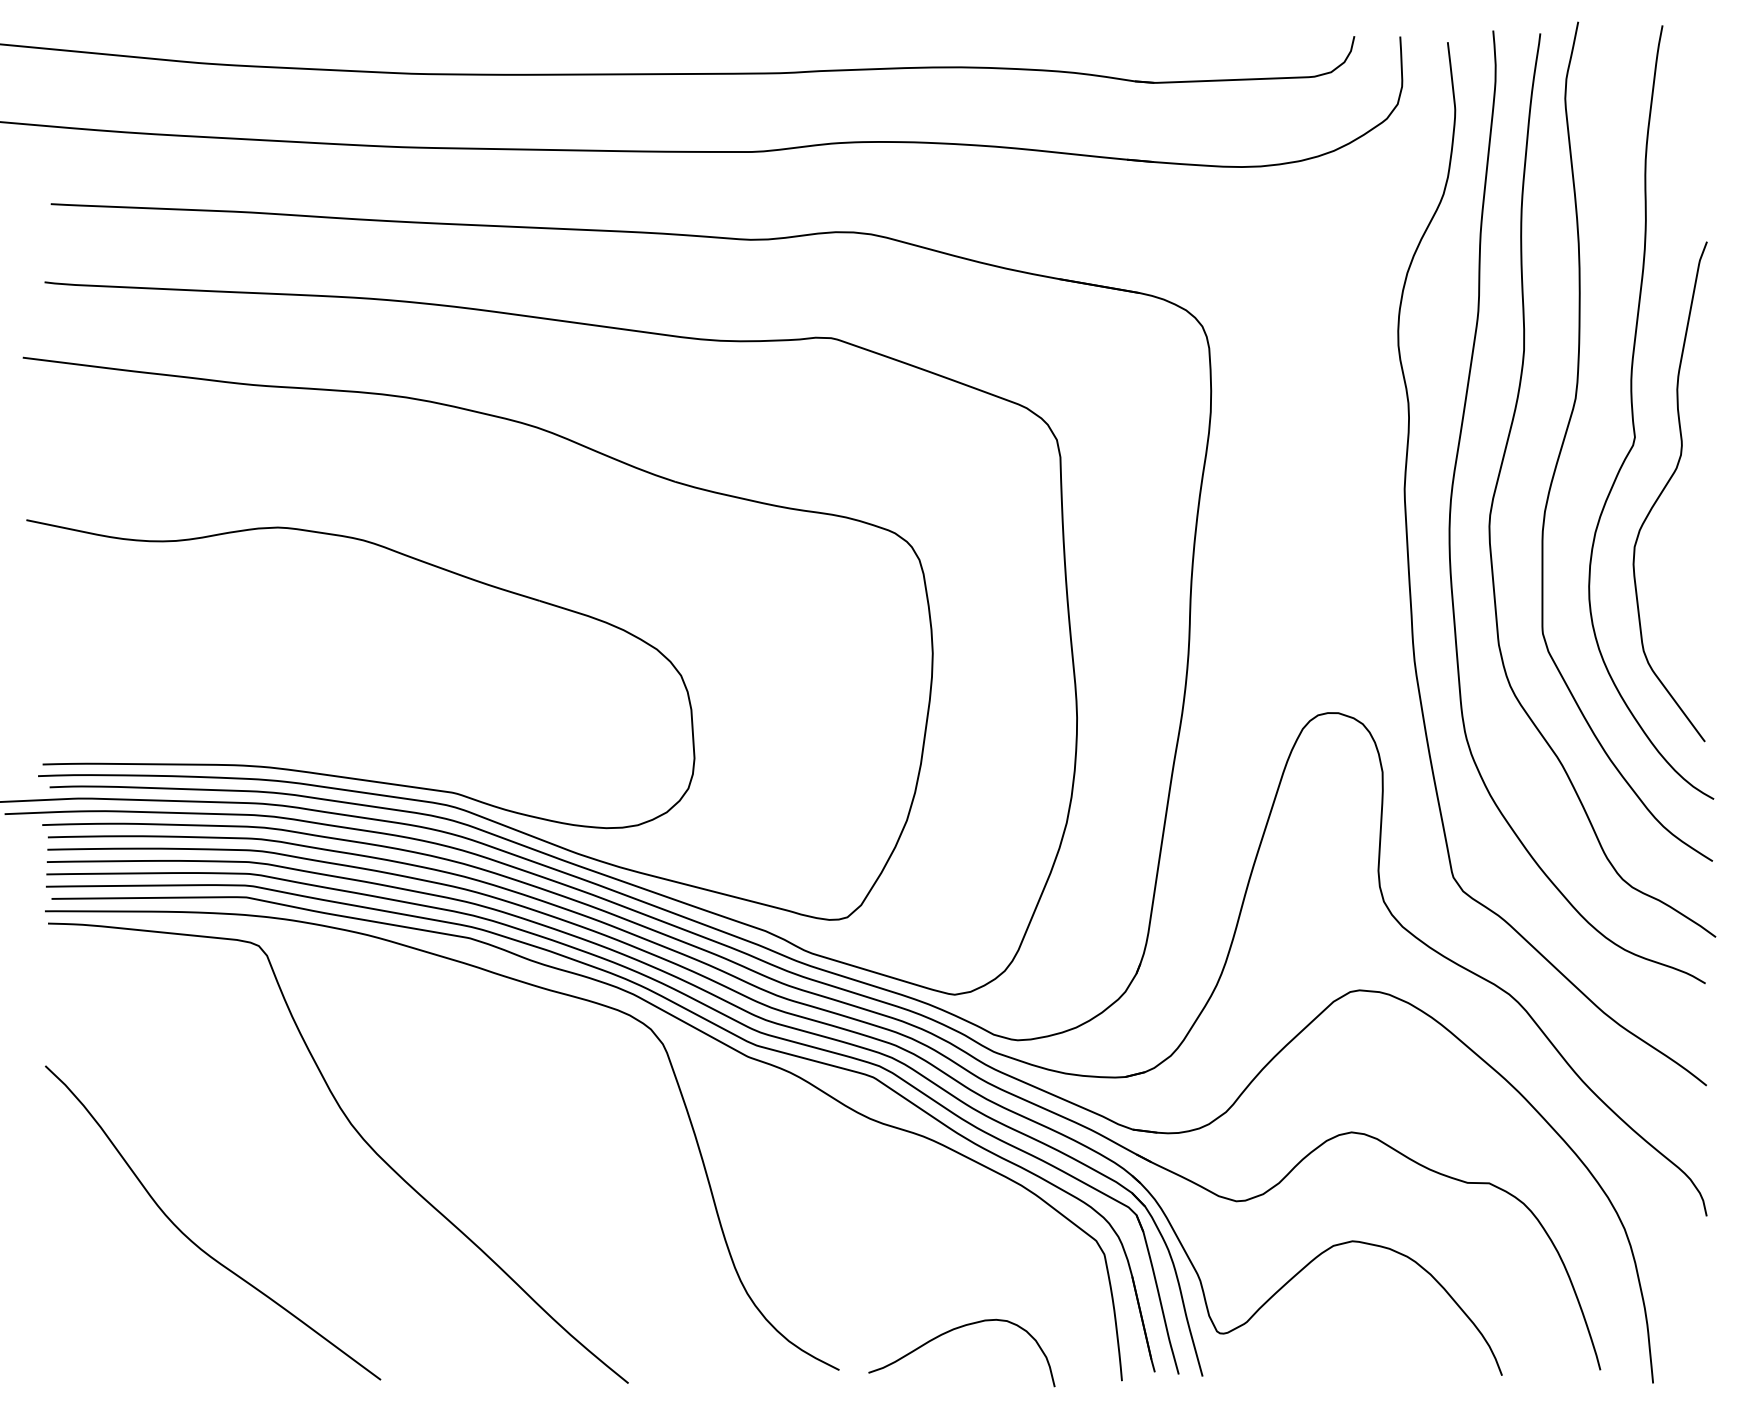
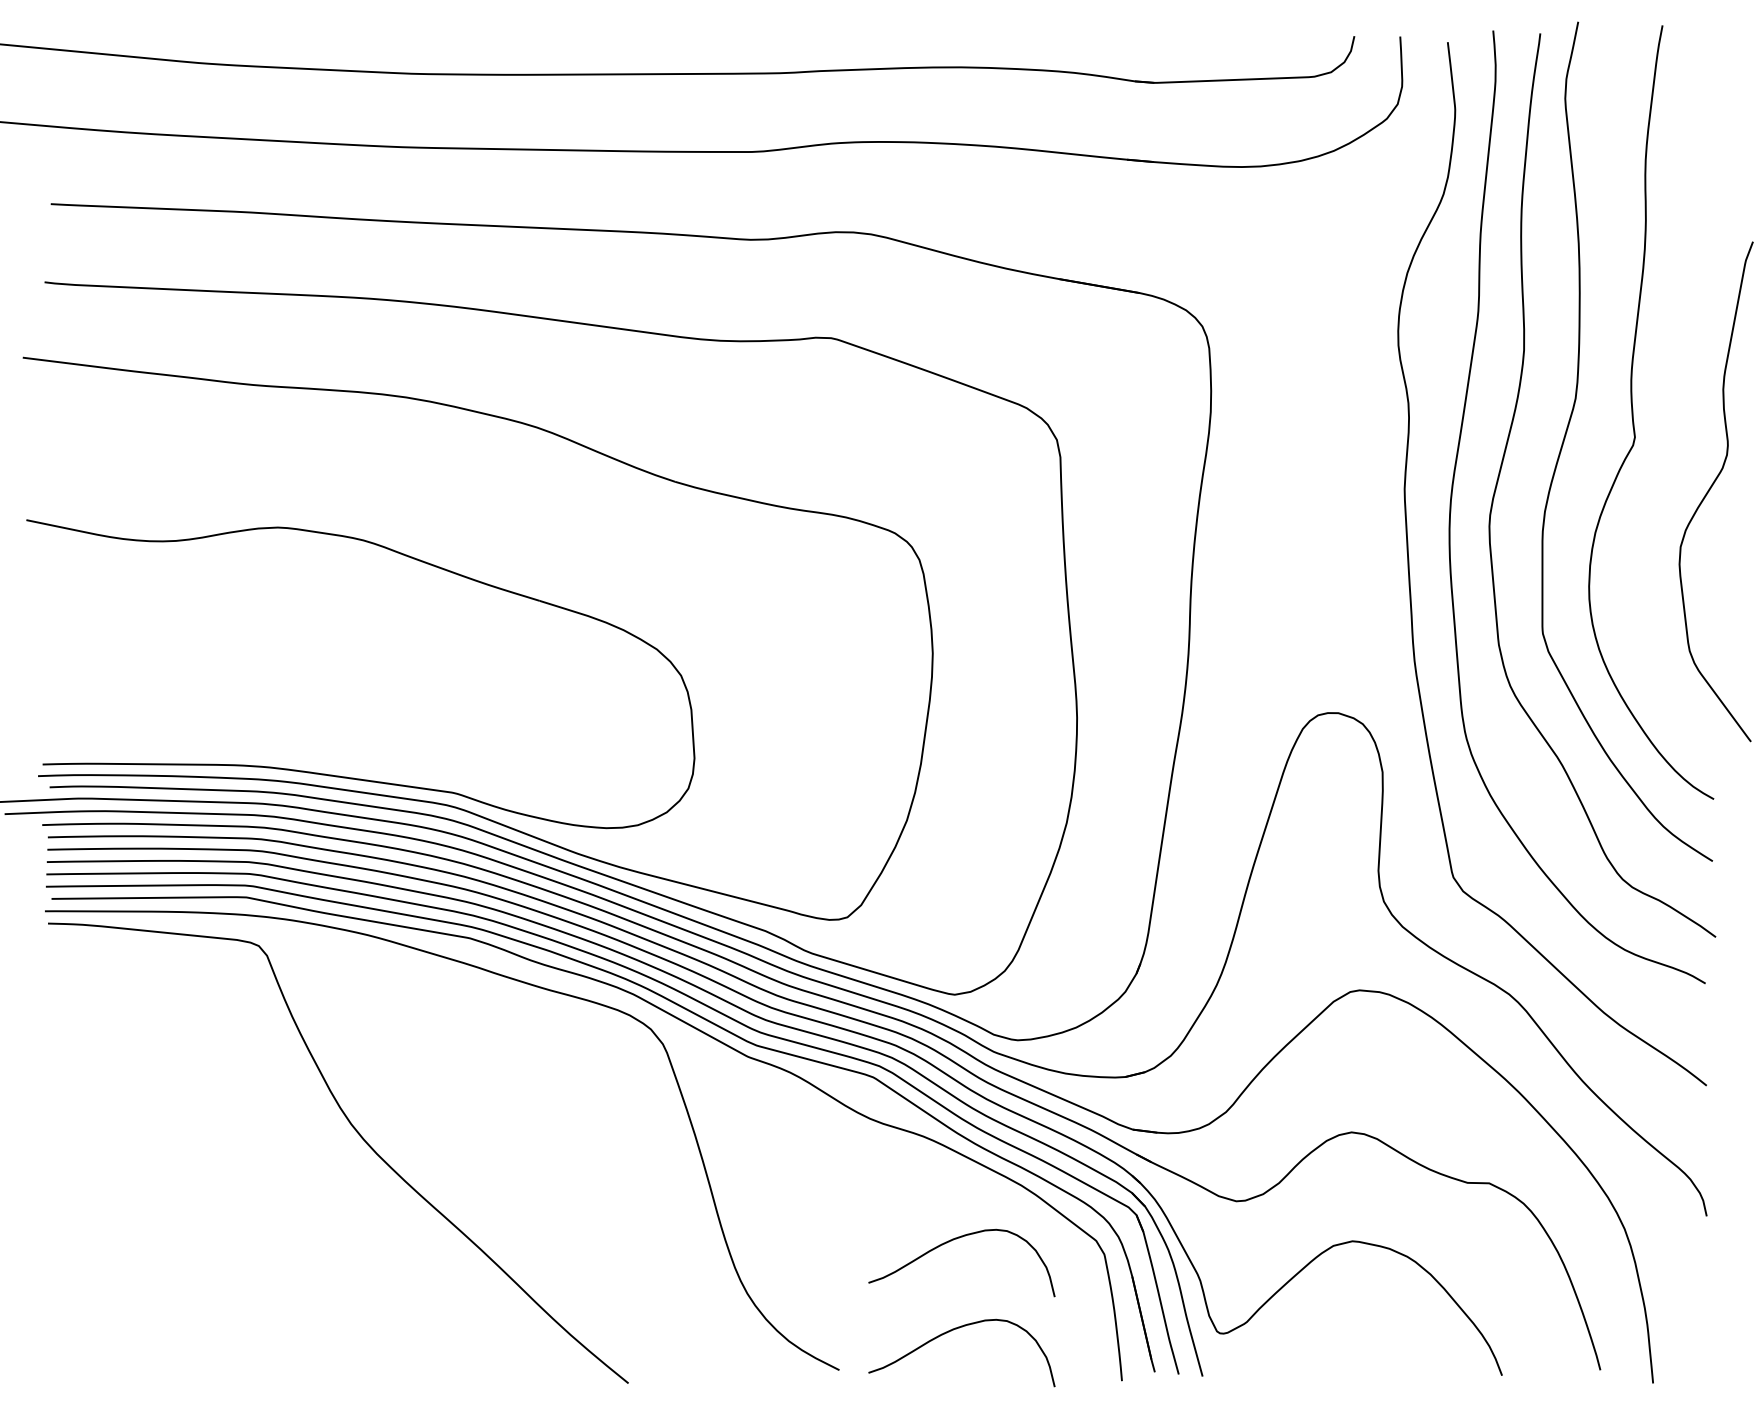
curve at (1665, 488) position: (1665, 488) -> (1711, 488)
curve at (951, 1241): none -> present
curve at (198, 1245): present -> none
